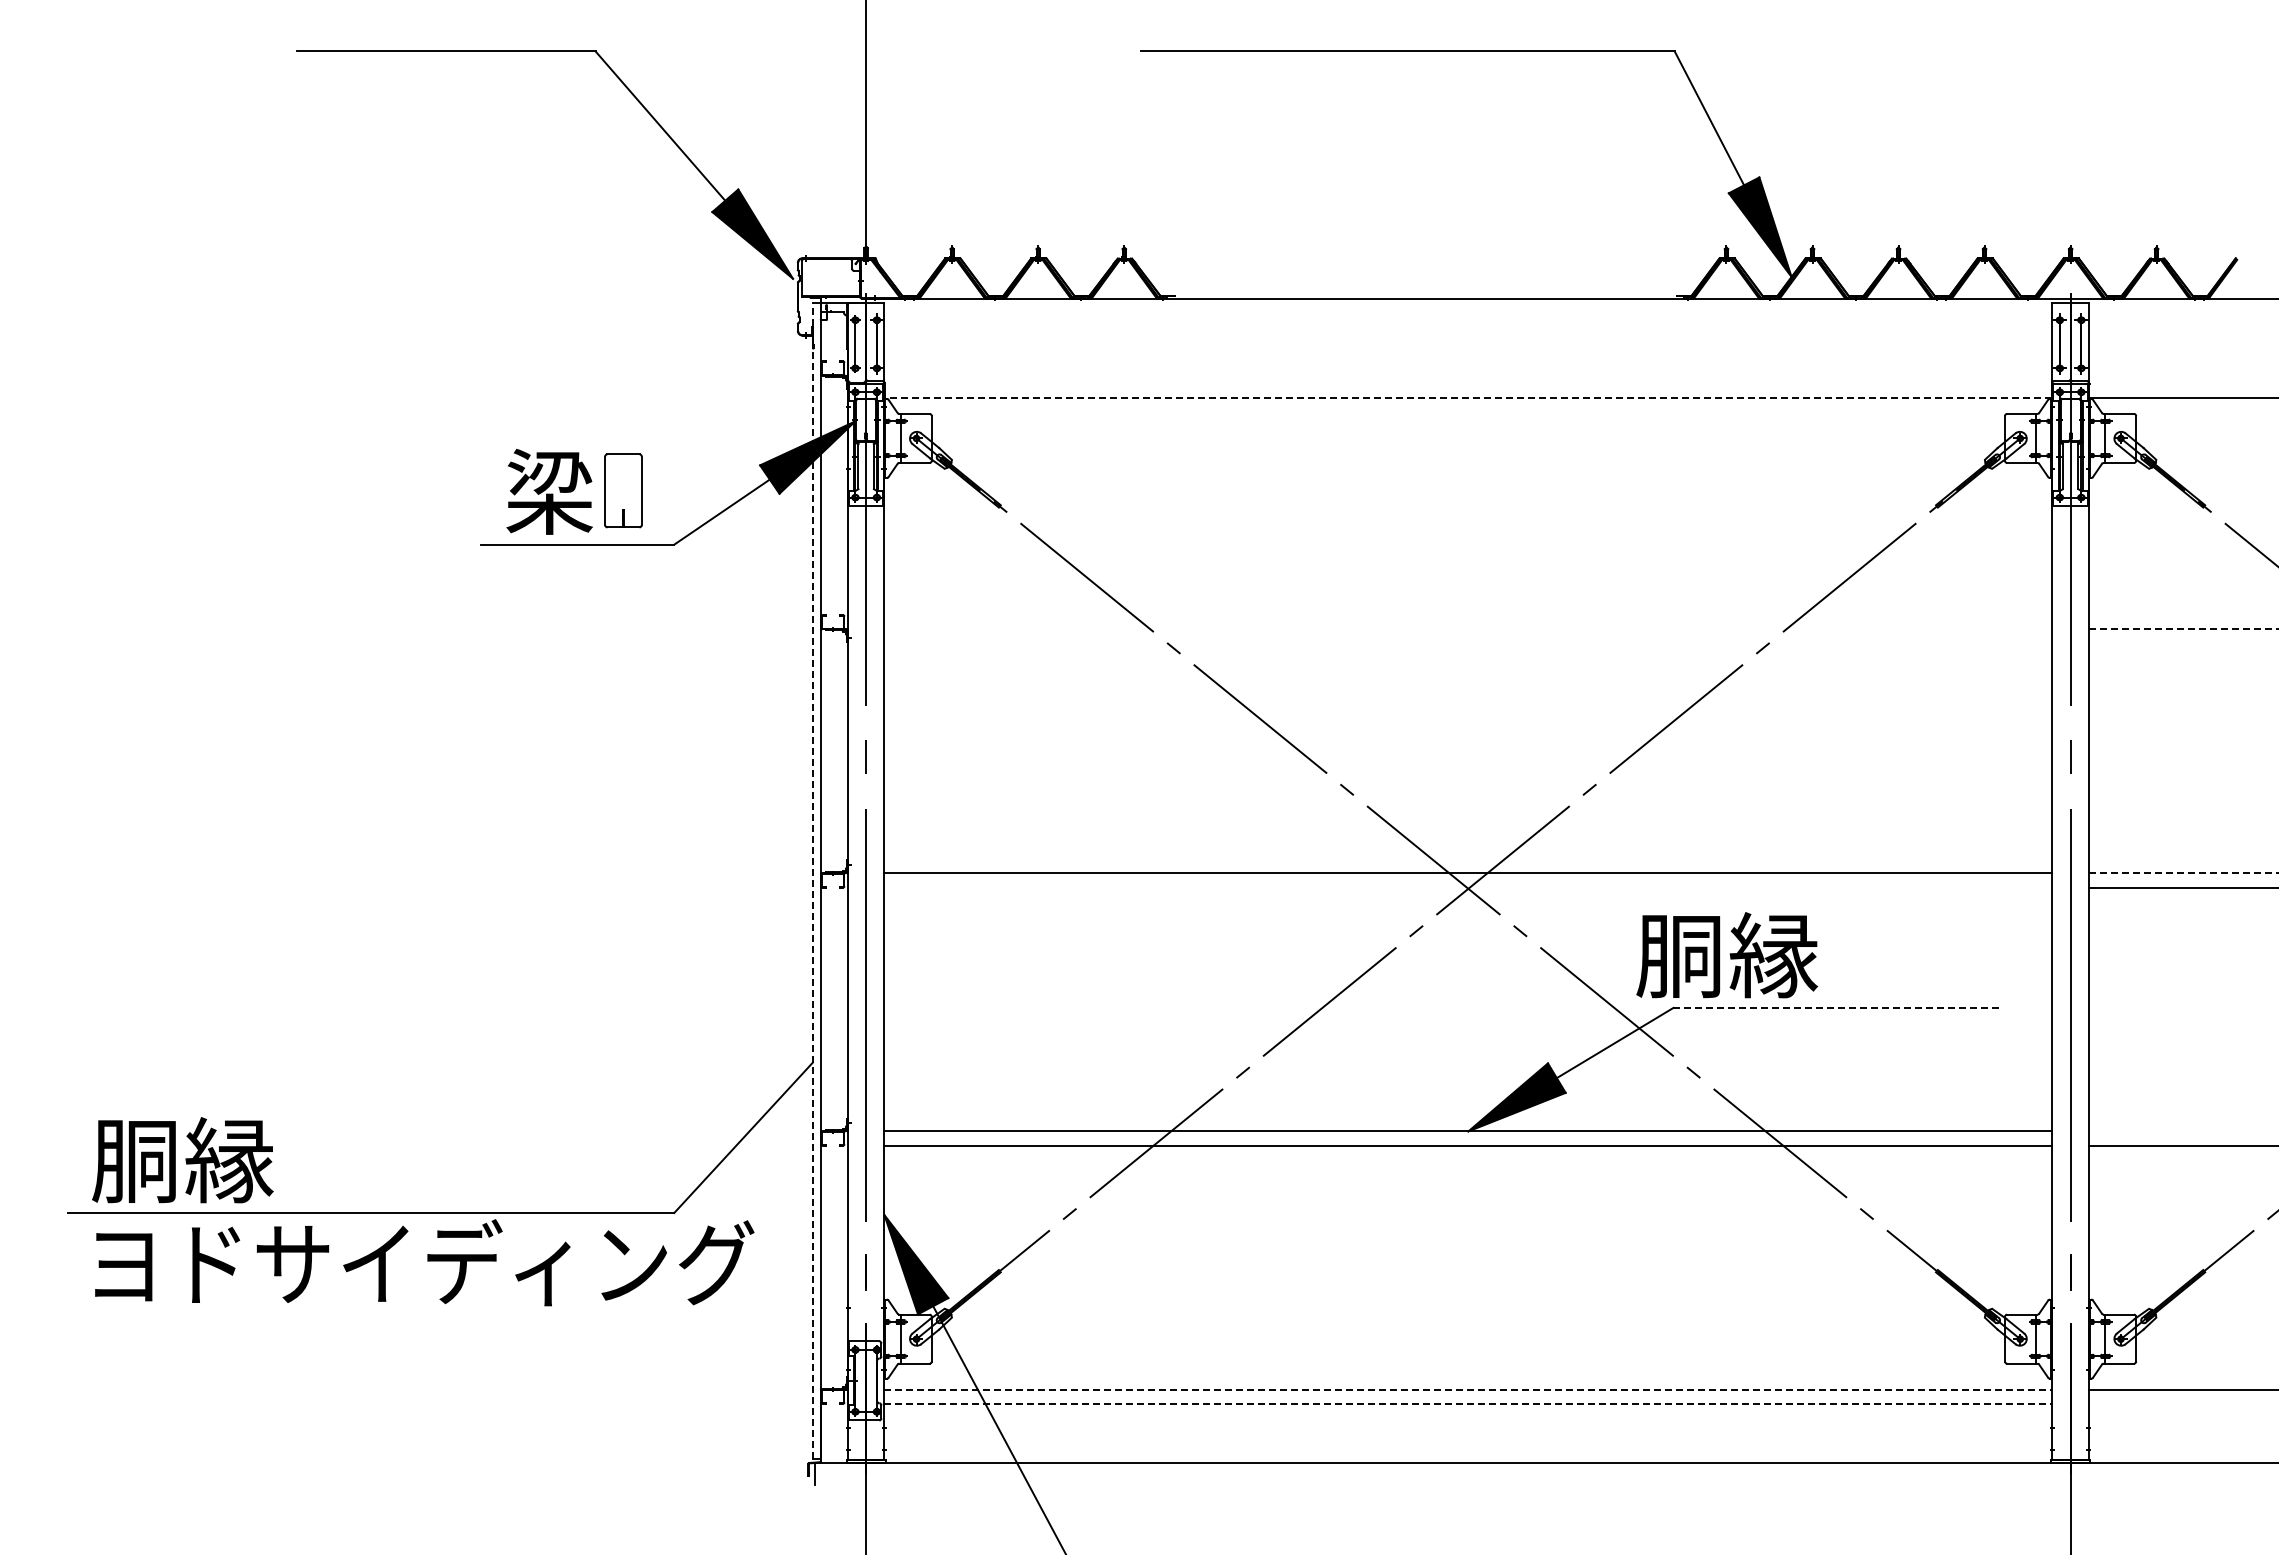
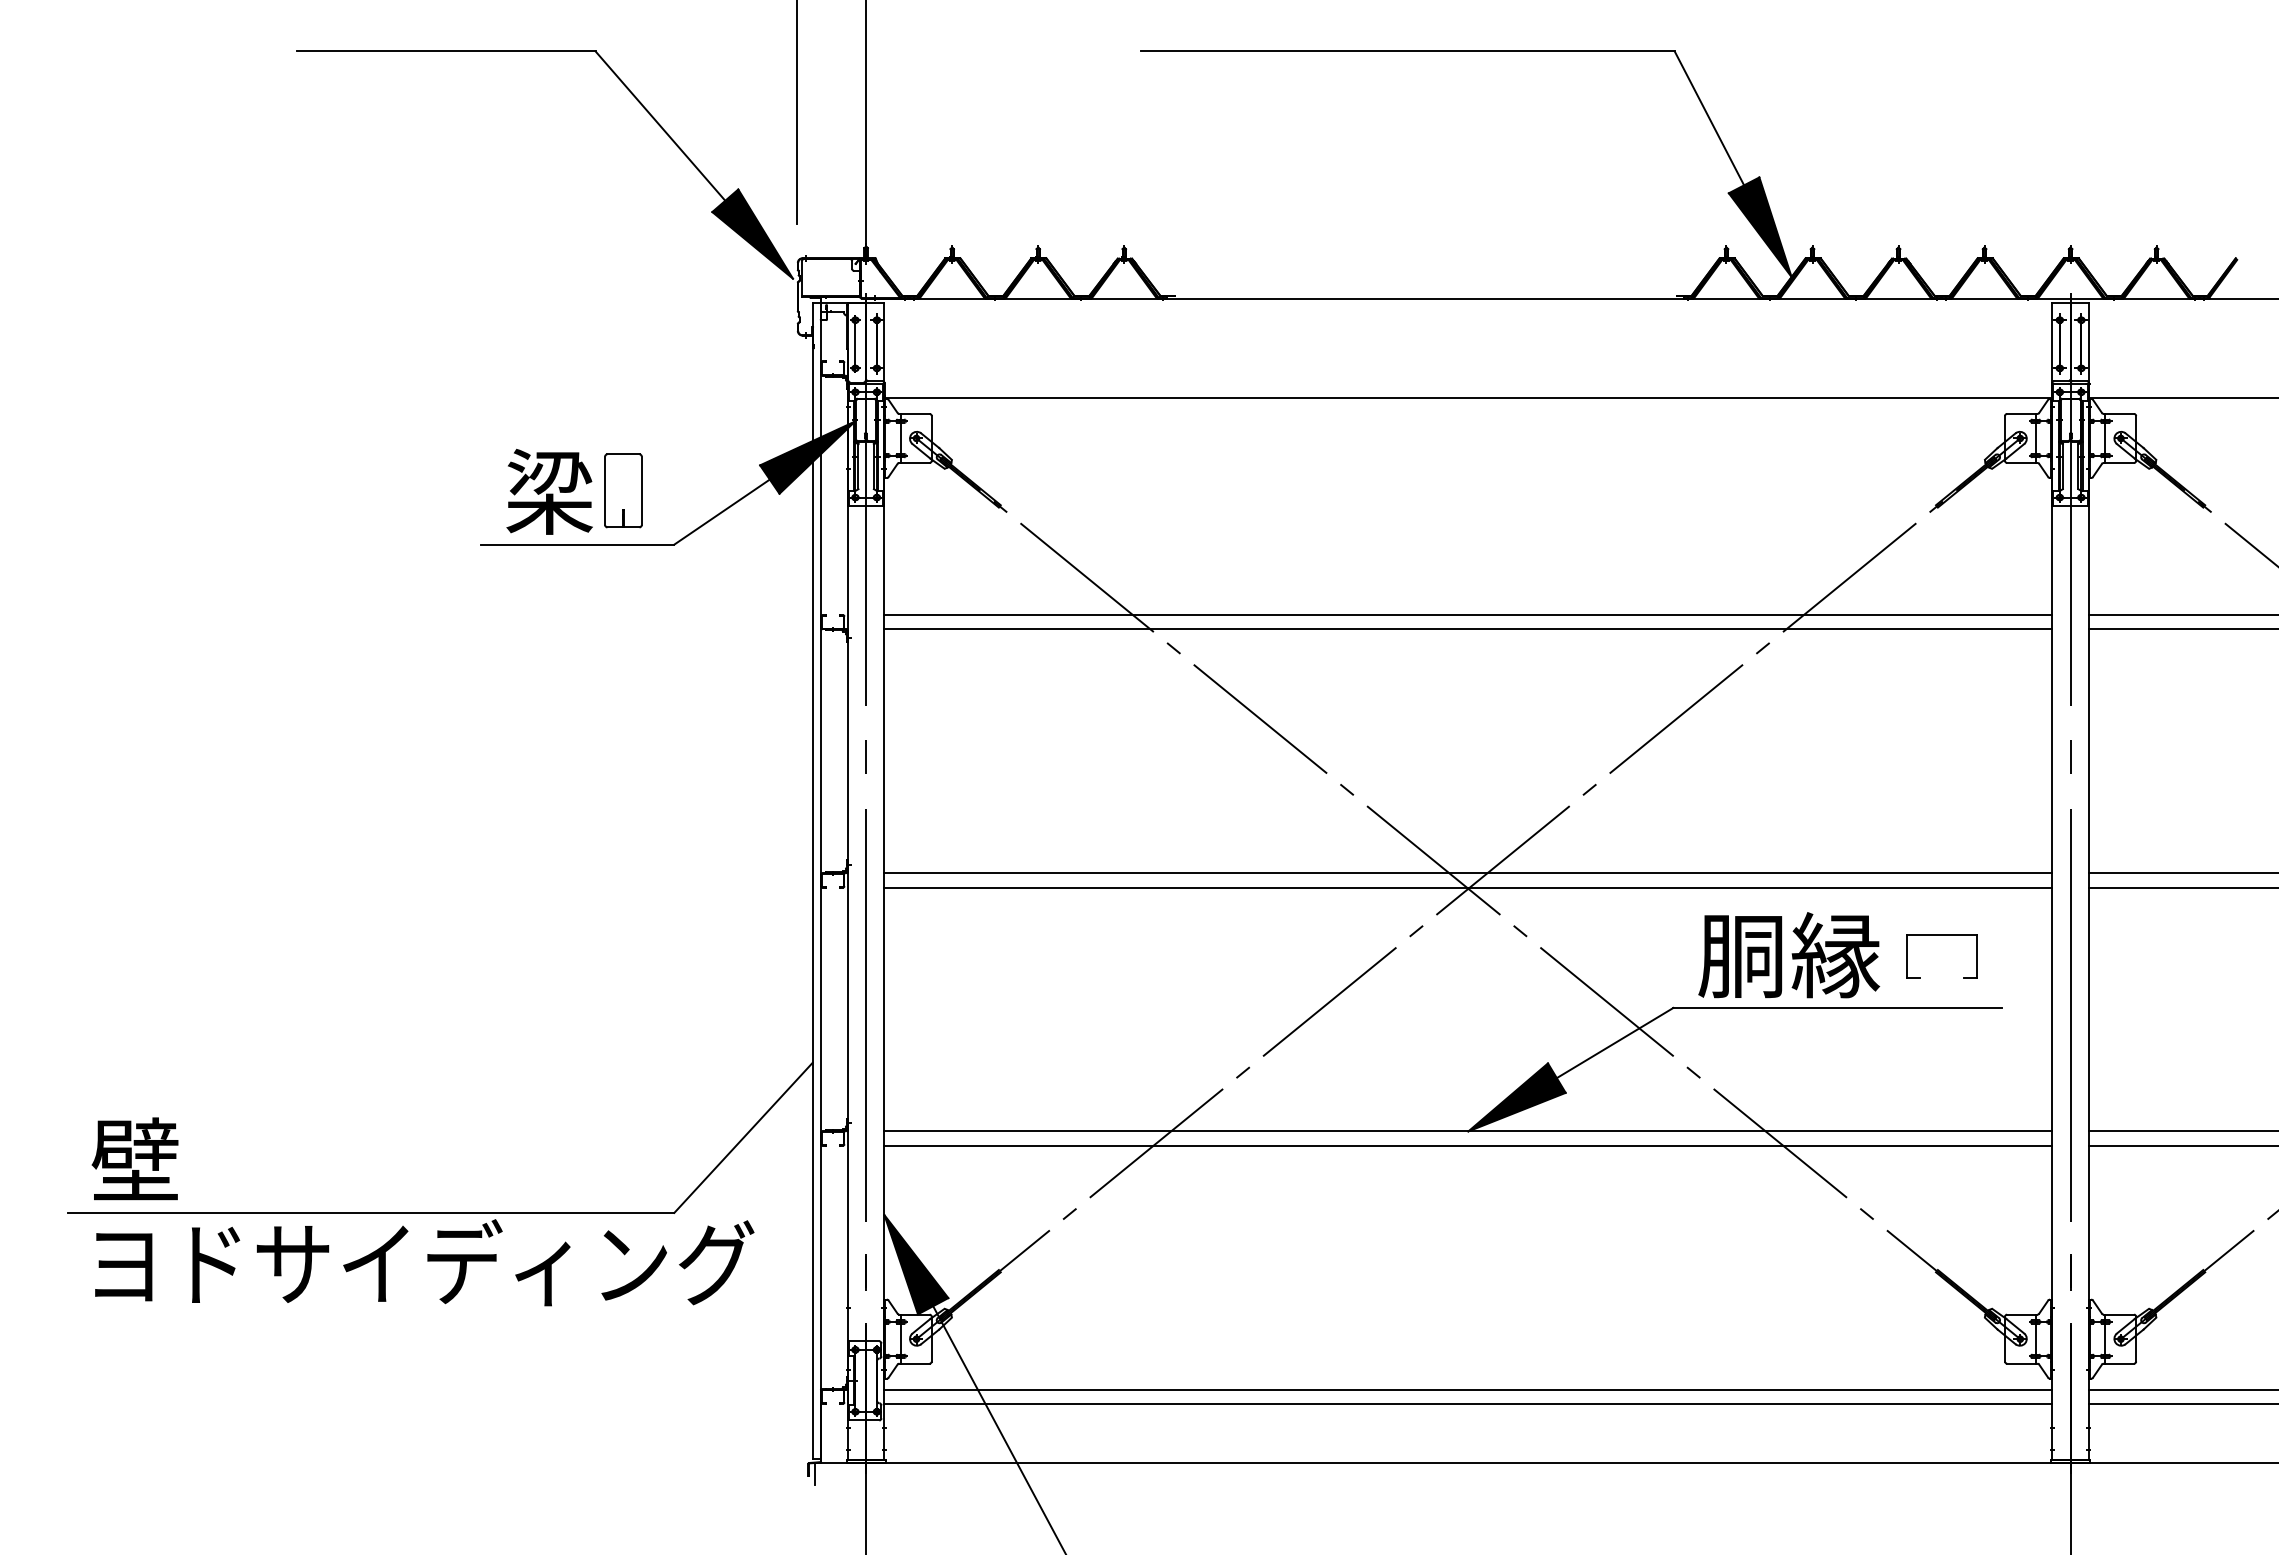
line at (797, 112): none -> present
line at (1468, 397): dashed -> solid
line at (1468, 615): none -> present
line at (2181, 615): none -> present
line at (1468, 629): none -> present
line at (2183, 629): dashed -> solid
line at (2183, 873): dashed -> solid
line at (812, 880): dashed -> solid
line at (1468, 887): none -> present
part at (1941, 935): none -> present
text at (1727, 955) position: (1727, 955) -> (1789, 955)
line at (1838, 1007): dashed -> solid
line at (2181, 1131): none -> present
text at (182, 1160): 胴縁 -> 壁
line at (1468, 1389): dashed -> solid
line at (1468, 1403): dashed -> solid
line at (2181, 1403): none -> present
